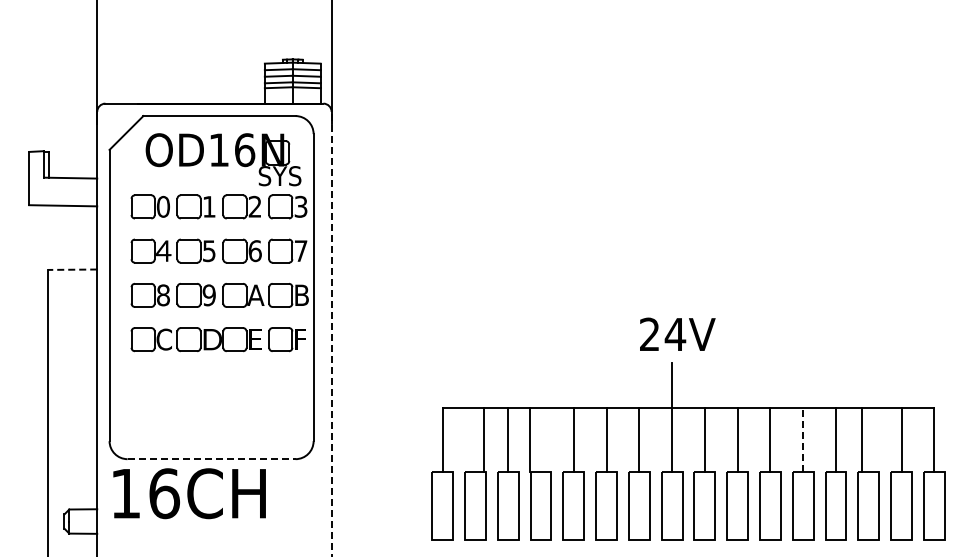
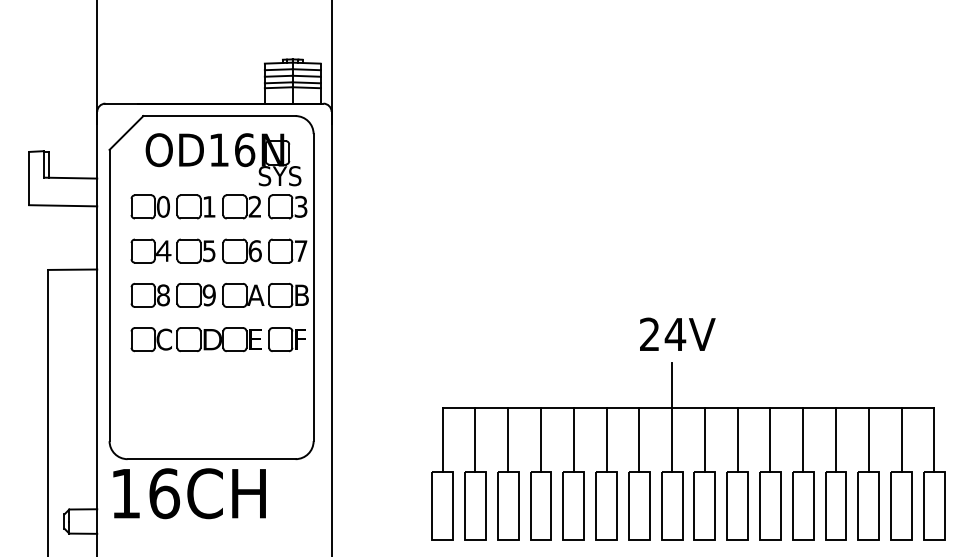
line at (72, 269): dashed -> solid
line at (331, 333): dashed -> solid
line at (484, 439) position: (484, 439) -> (475, 439)
line at (529, 439) position: (529, 439) -> (540, 439)
line at (803, 439): dashed -> solid
line at (861, 439) position: (861, 439) -> (868, 439)
line at (212, 459): dashed -> solid
